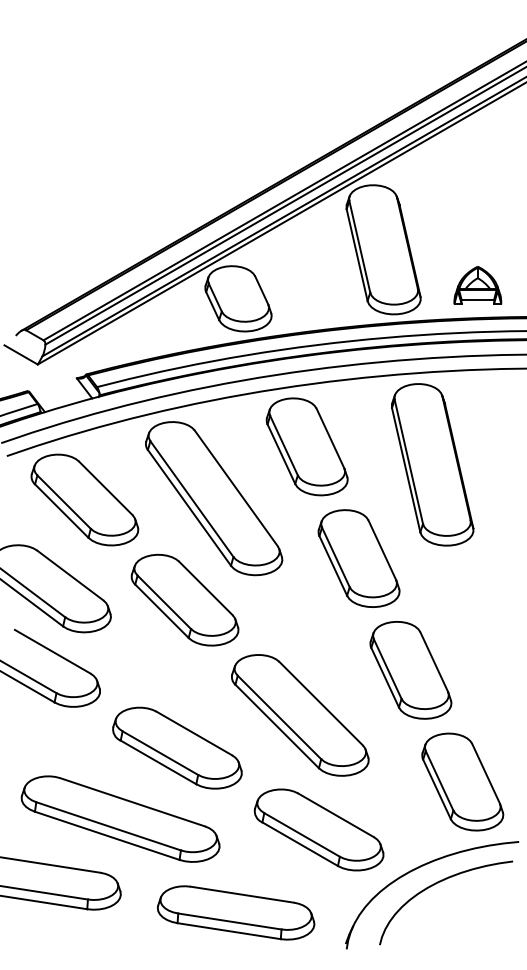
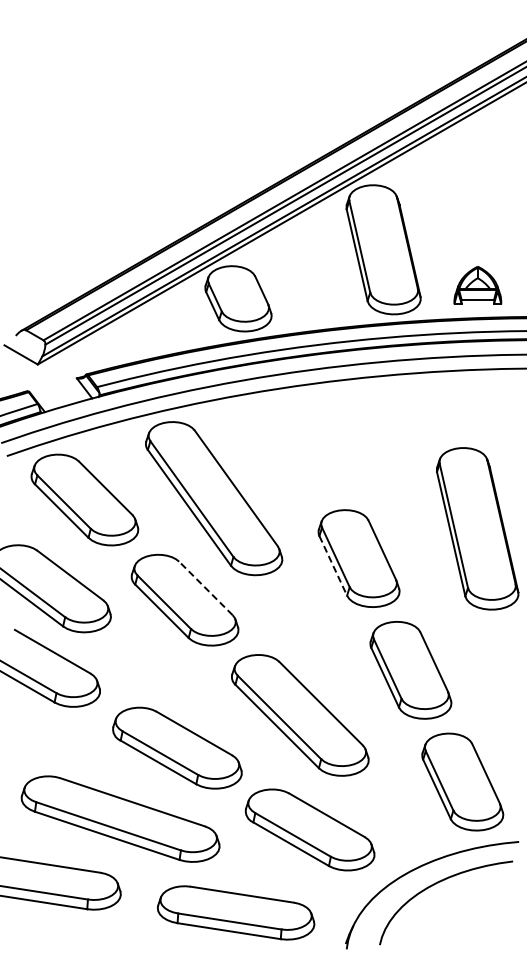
part at (306, 446): present -> none
part at (432, 464) position: (432, 464) -> (477, 528)
line at (333, 565): solid -> dashed
line at (205, 588): solid -> dashed
part at (318, 829) position: (318, 829) -> (309, 829)
